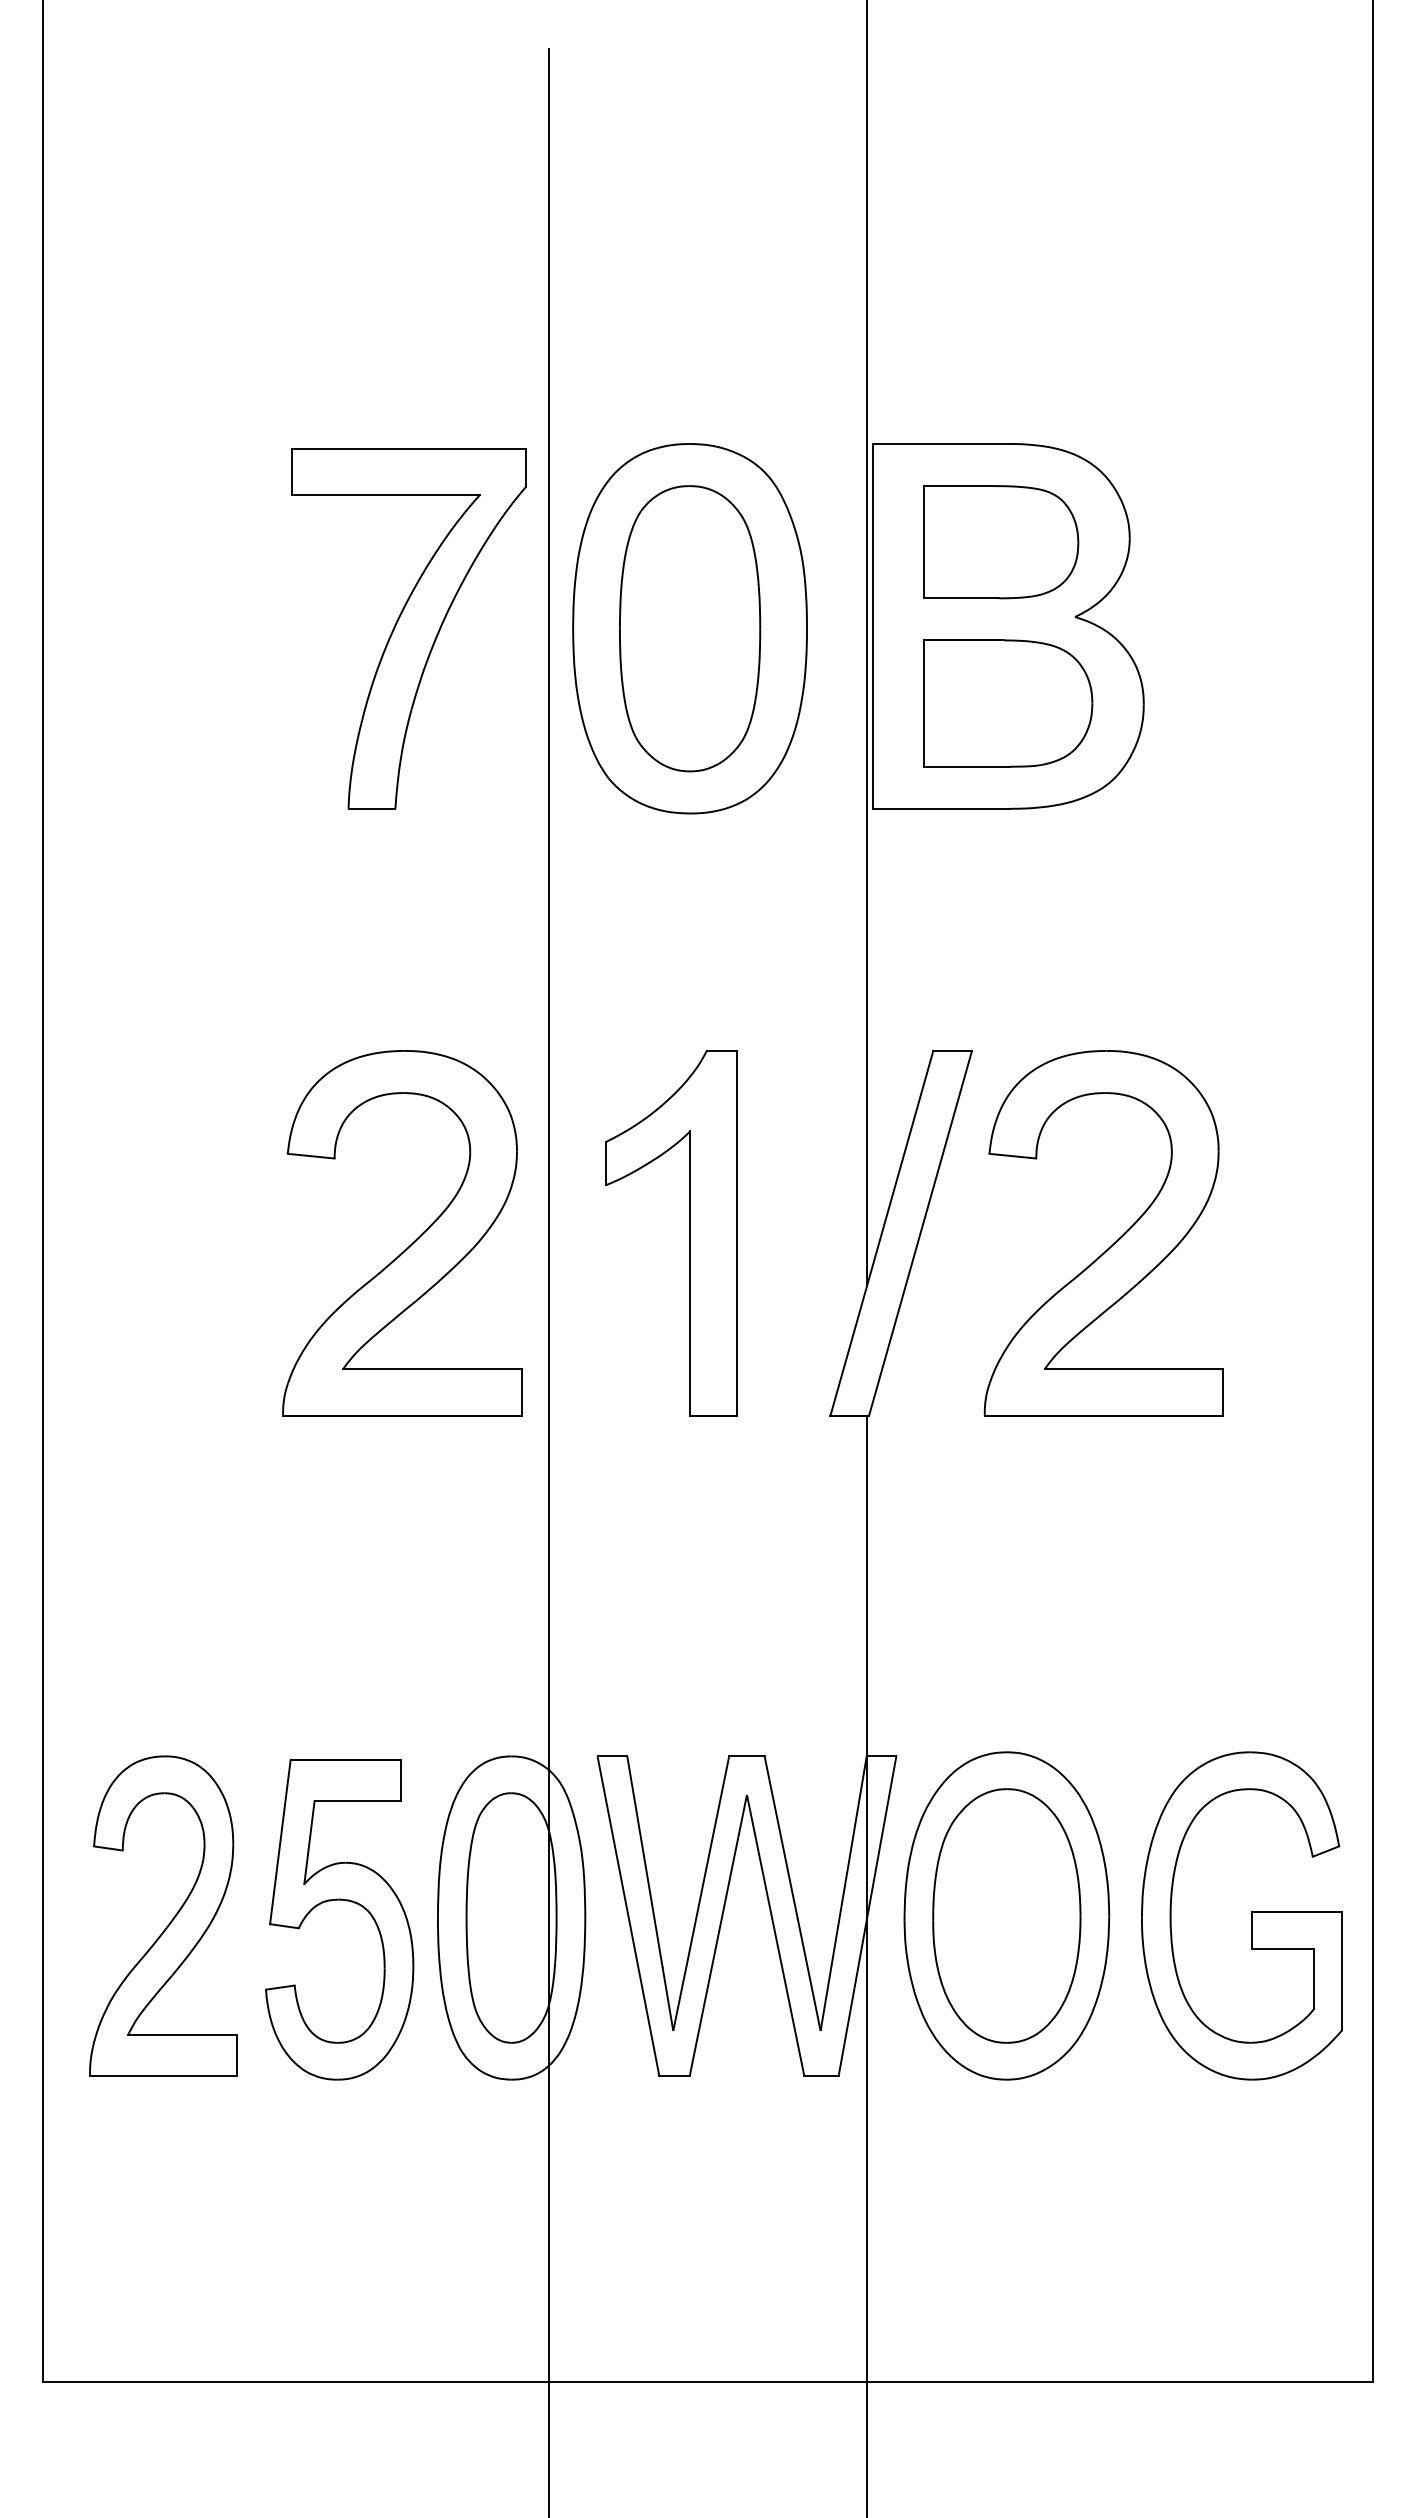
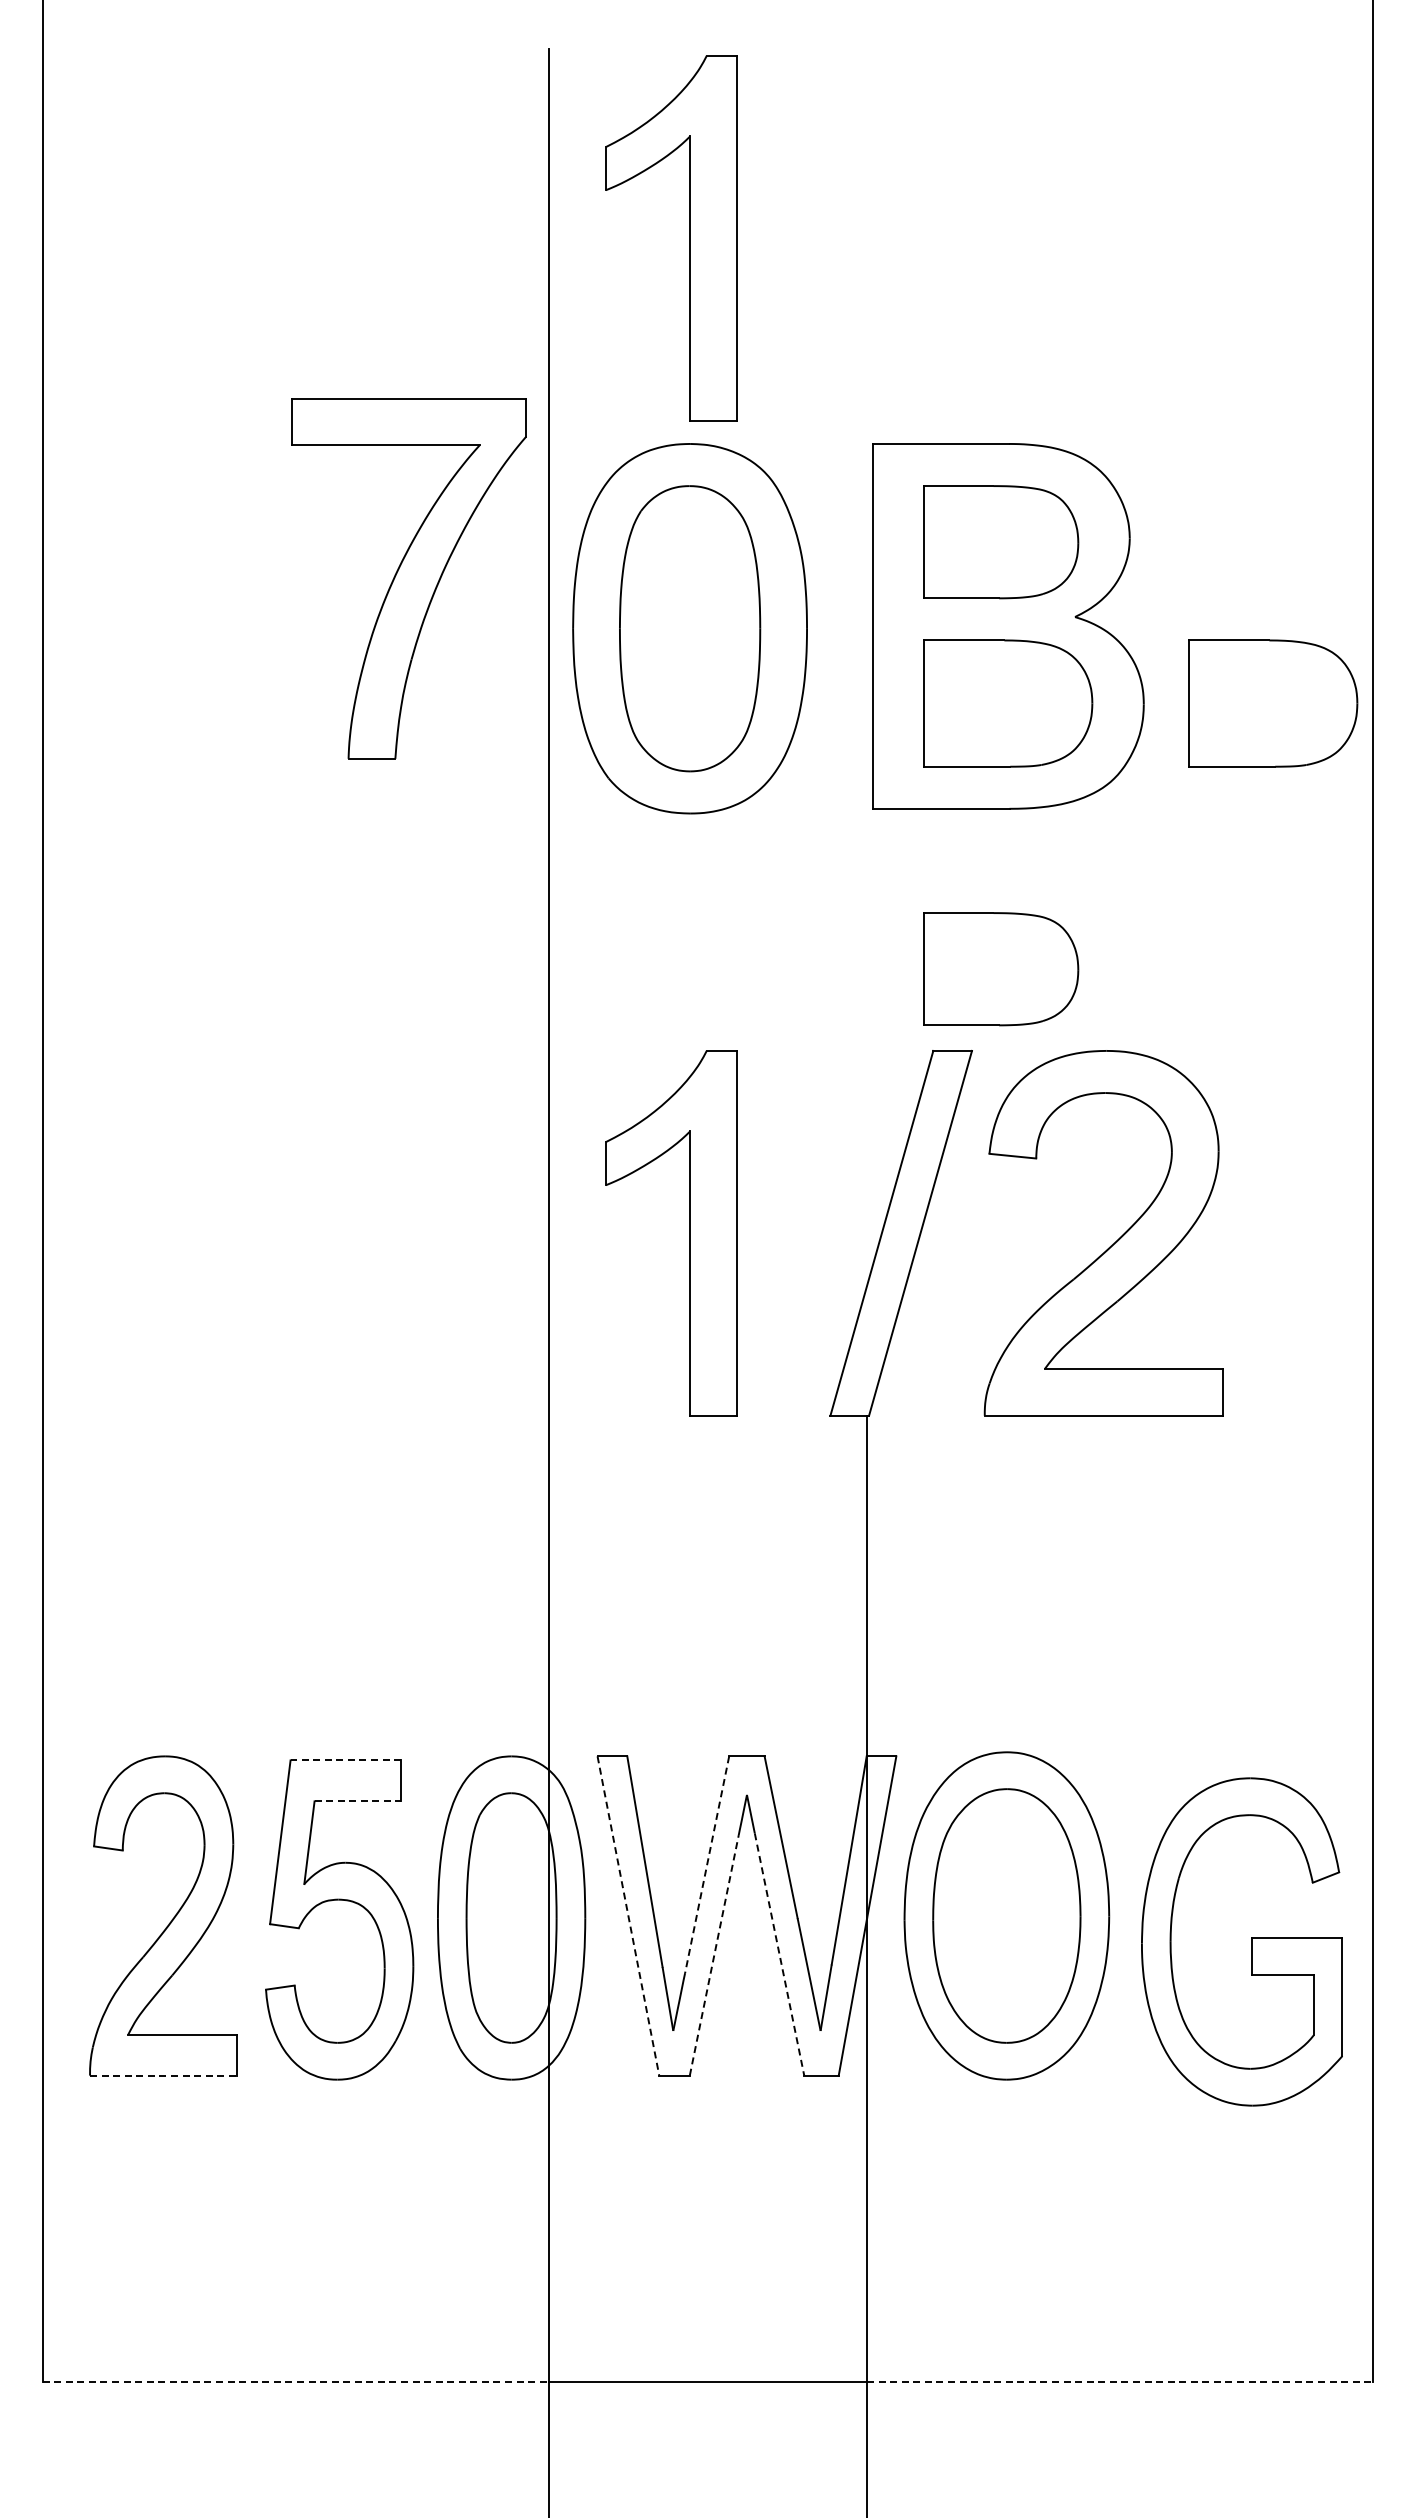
part at (689, 238): none -> present
part at (408, 628) position: (408, 628) -> (408, 578)
line at (867, 643): present -> none
part at (1273, 703): none -> present
part at (1001, 969): none -> present
part at (412, 1242): present -> none
line at (345, 1760): solid -> dashed
line at (358, 1801): solid -> dashed
line at (707, 1864): solid -> dashed
line at (628, 1915): solid -> dashed
part at (1251, 1915) position: (1251, 1915) -> (1251, 1941)
line at (779, 1954): solid -> dashed
line at (714, 1955): solid -> dashed
line at (163, 2075): solid -> dashed
line at (296, 2381): solid -> dashed
line at (1120, 2381): solid -> dashed
